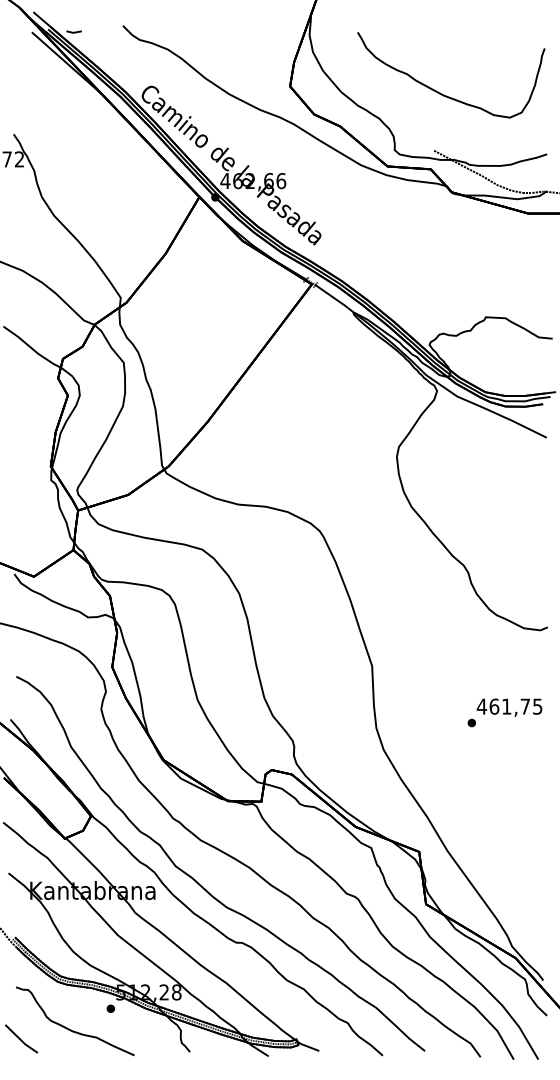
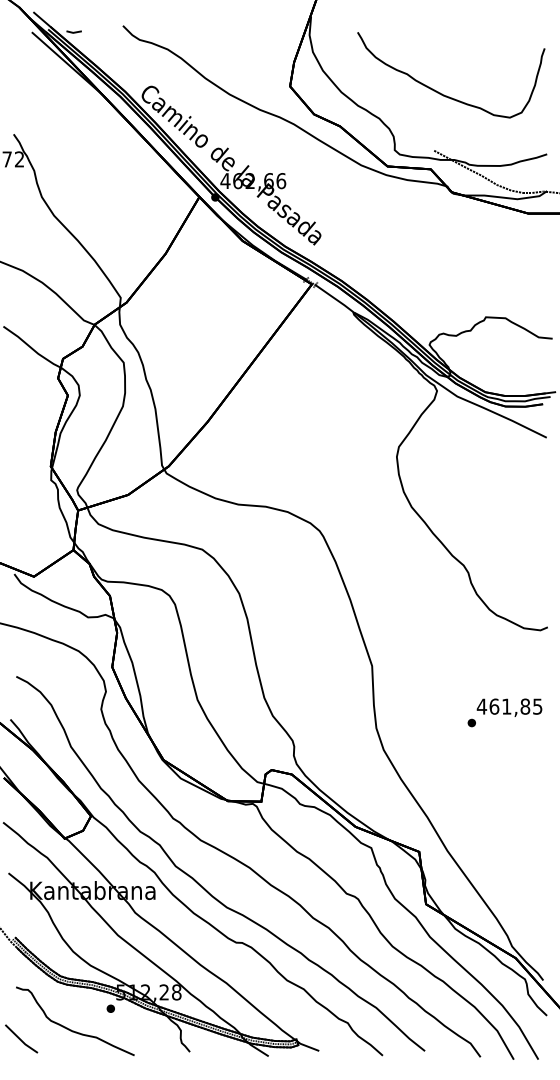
text at (525, 706): 461,75 -> 461,85
